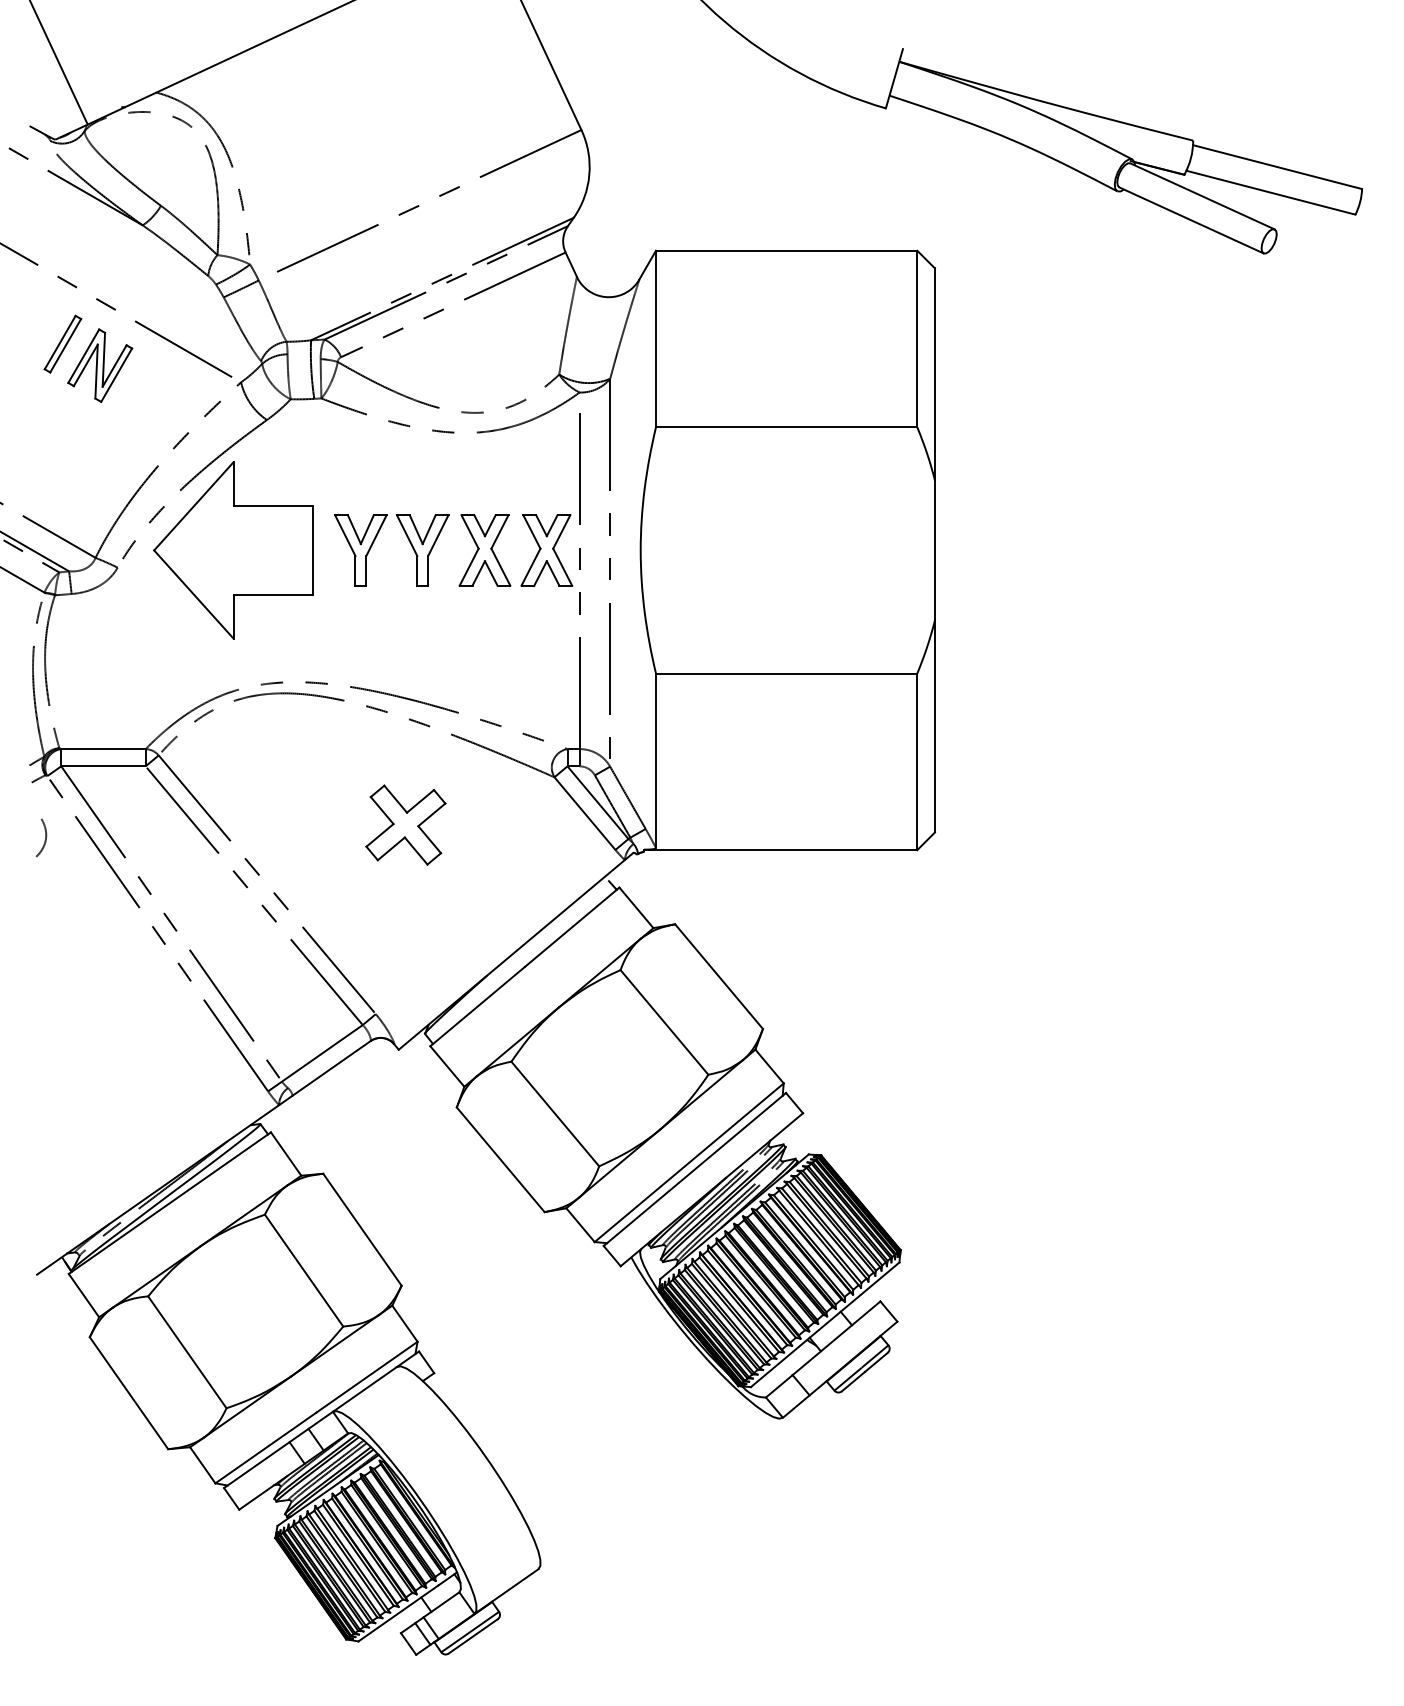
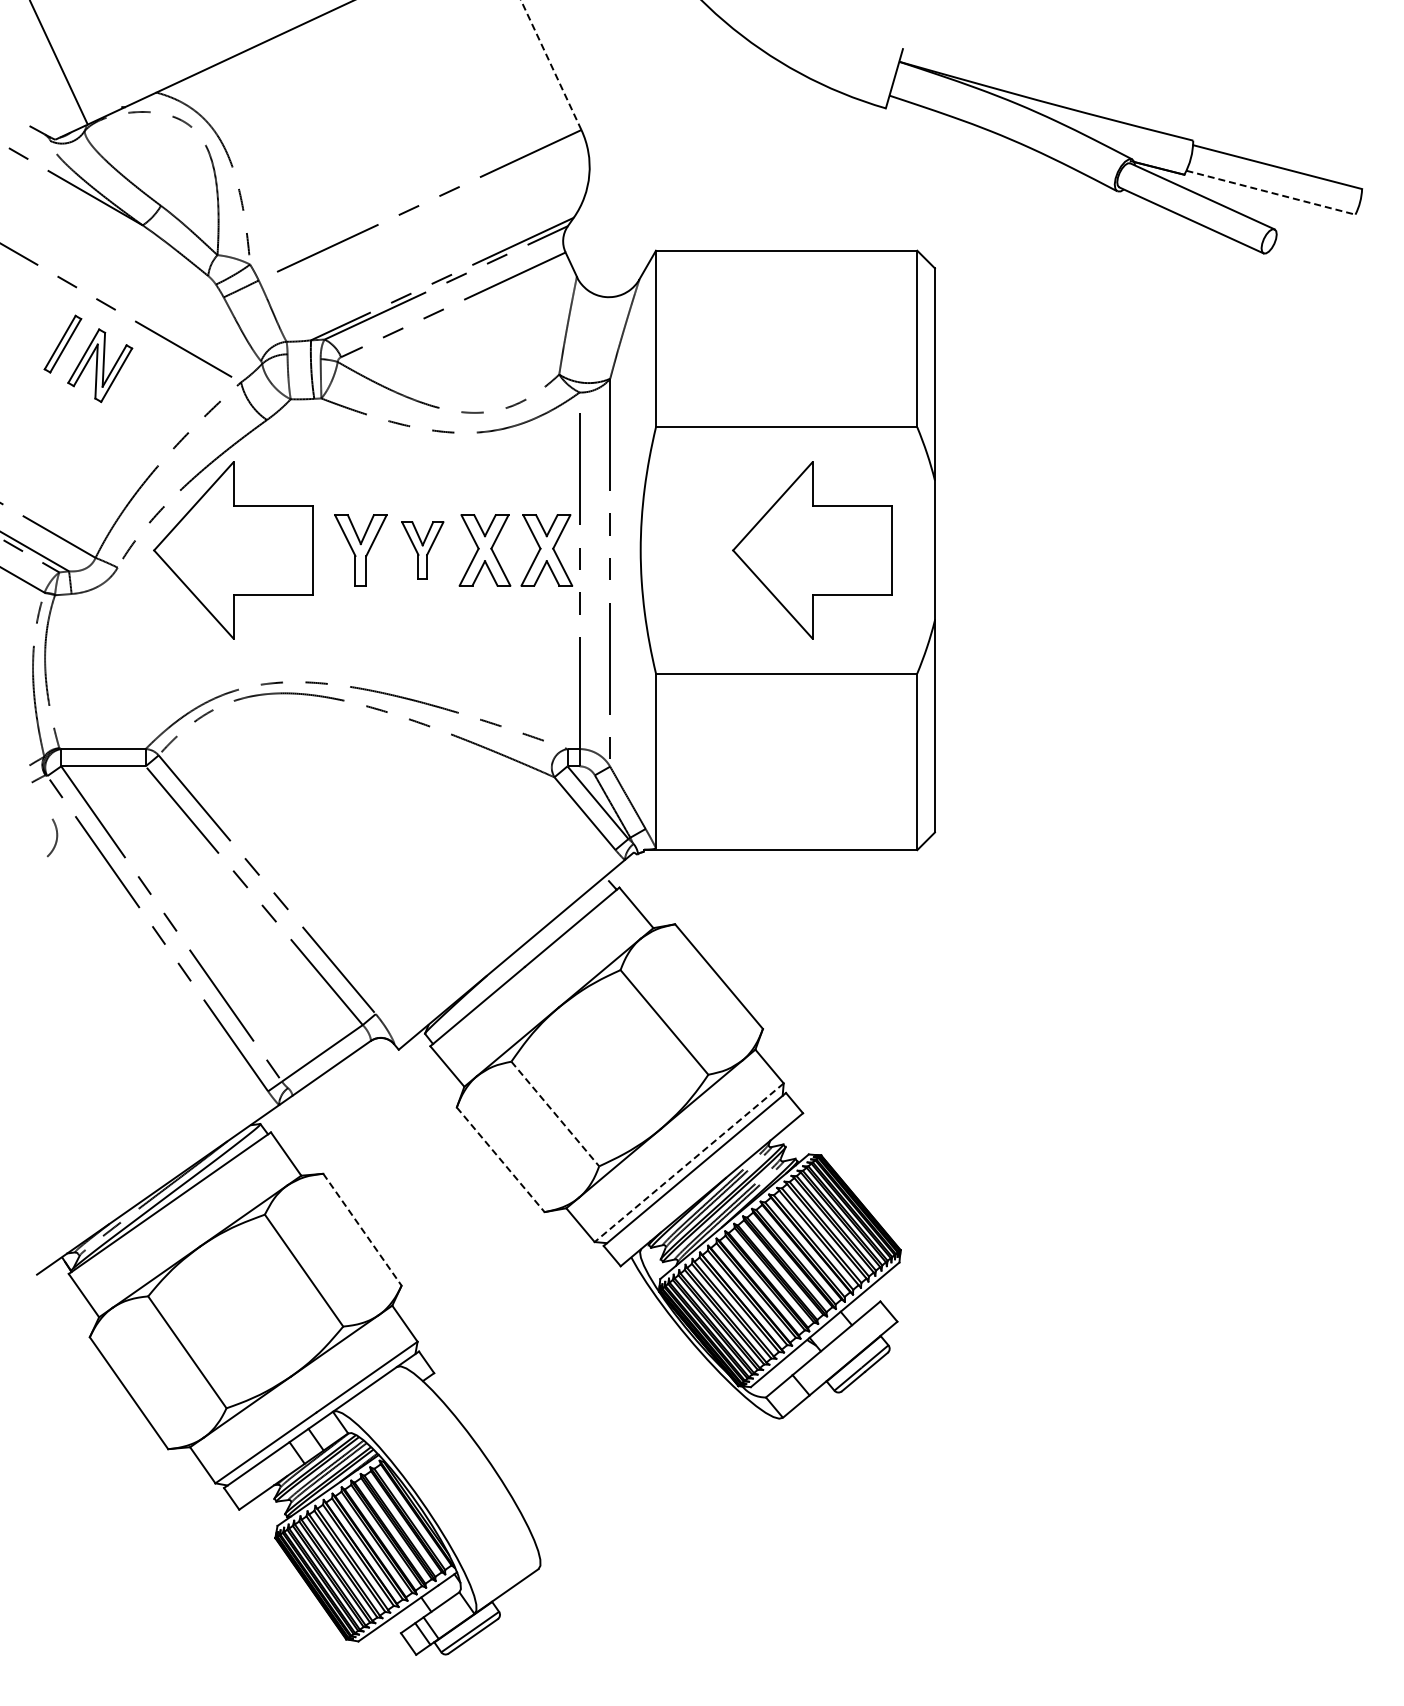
line at (551, 64): solid -> dashed
line at (1271, 192): solid -> dashed
part at (422, 550) size: 54x73 px -> 44x59 px
part at (812, 550): none -> present
part at (405, 824): present -> none
curve at (45, 837) position: (45, 837) -> (56, 837)
line at (555, 1114): solid -> dashed
line at (501, 1160): solid -> dashed
line at (688, 1163): solid -> dashed
line at (362, 1230): solid -> dashed
